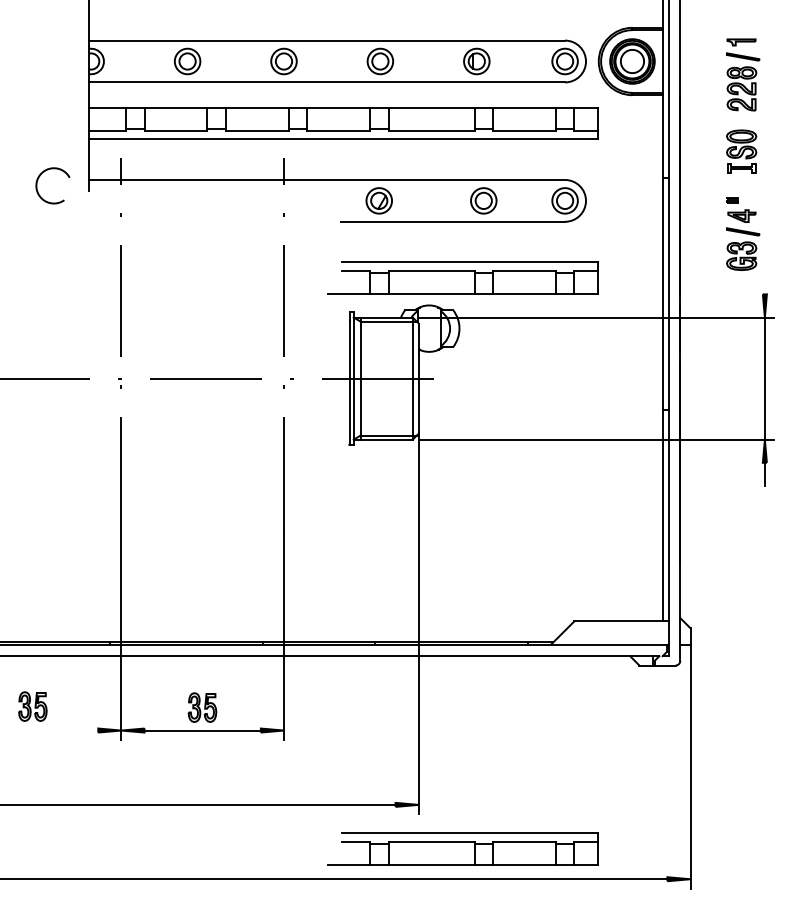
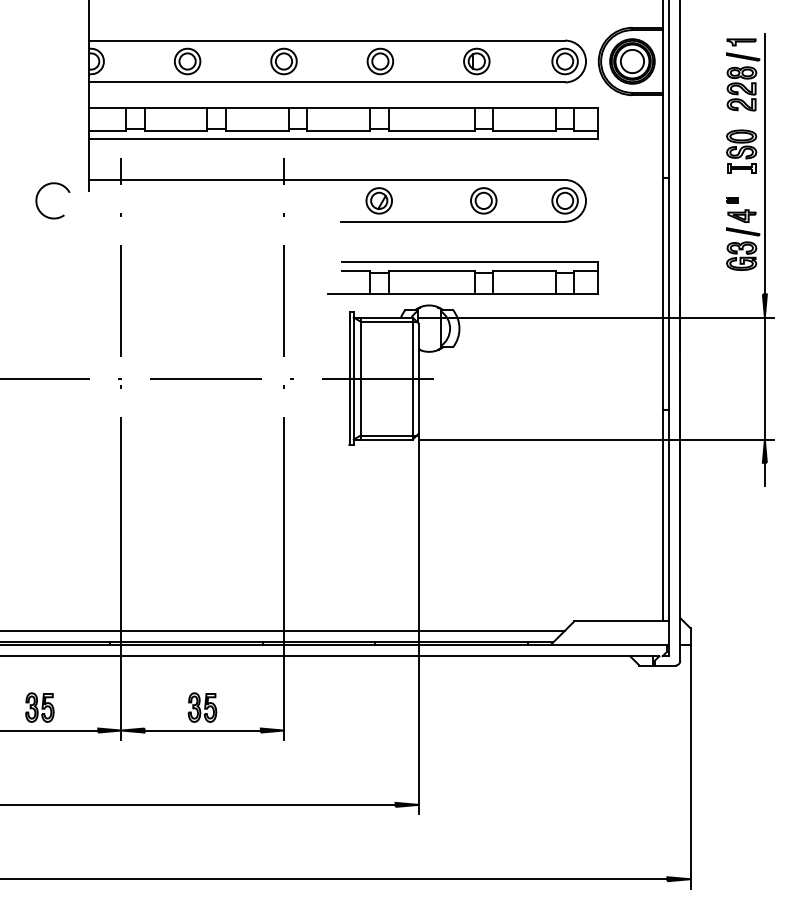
line at (764, 163): none -> present
arc at (38, 180) position: (38, 180) -> (38, 195)
line at (283, 630): none -> present
part at (32, 706) position: (32, 706) -> (39, 707)
line at (50, 730): none -> present
part at (462, 848): present -> none
